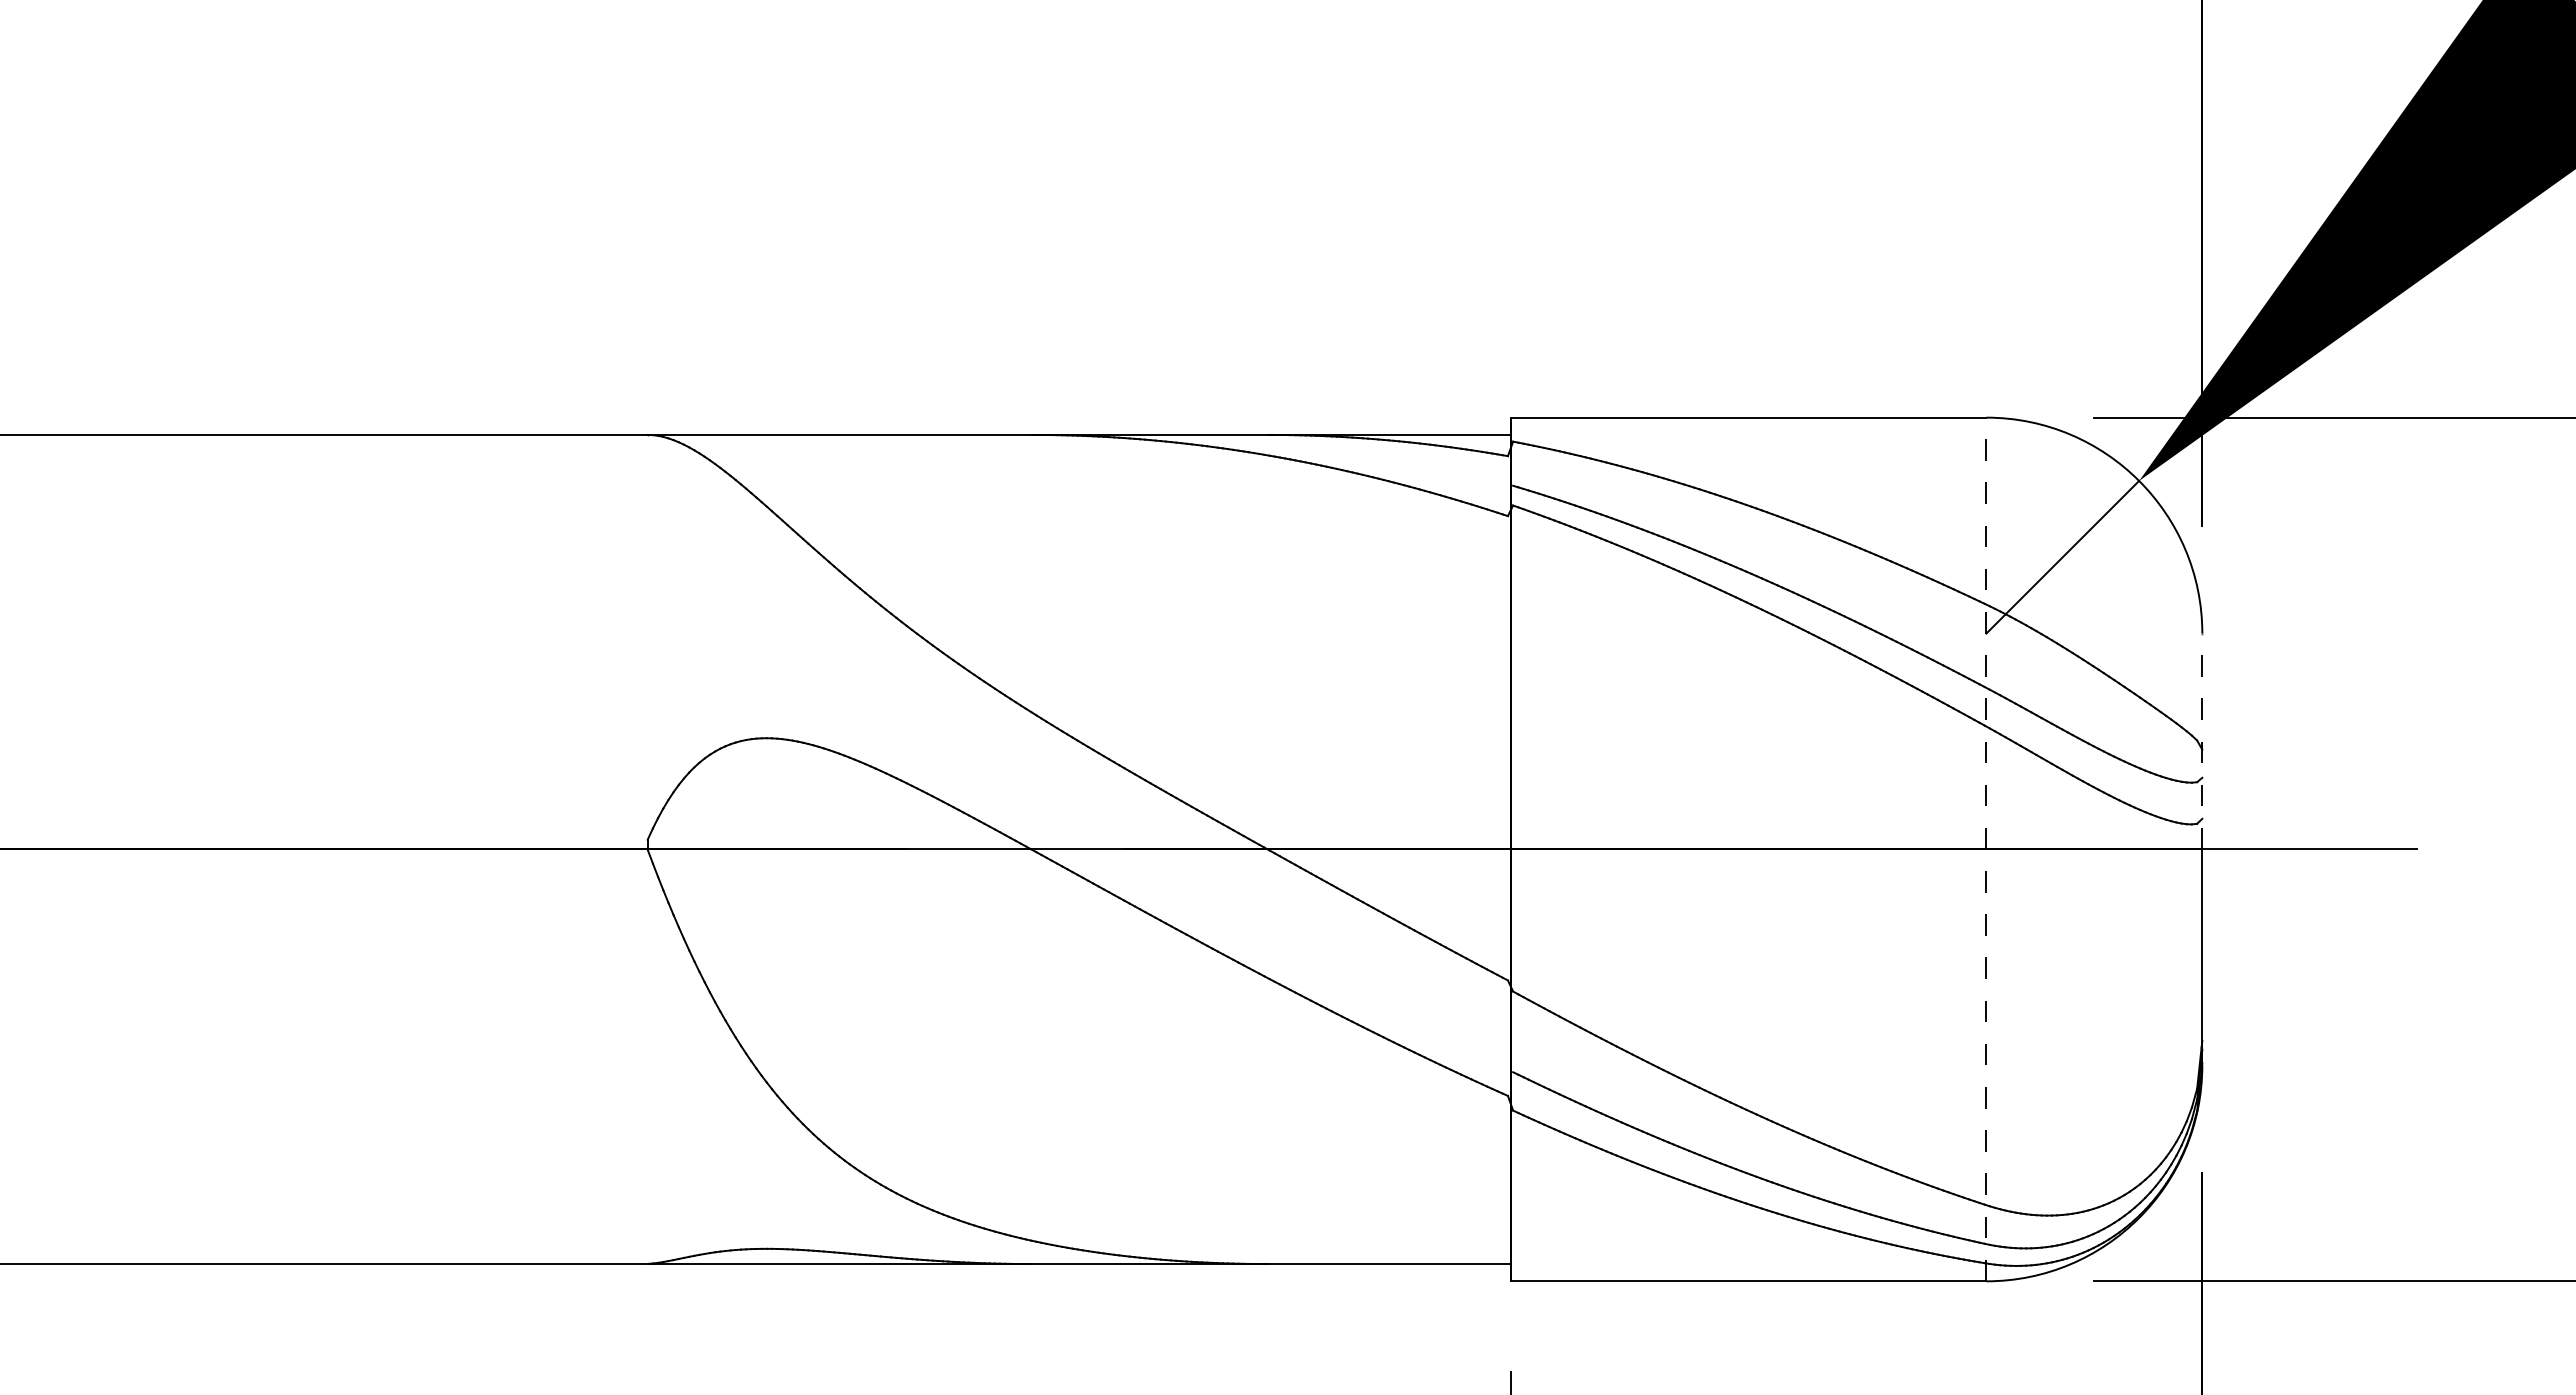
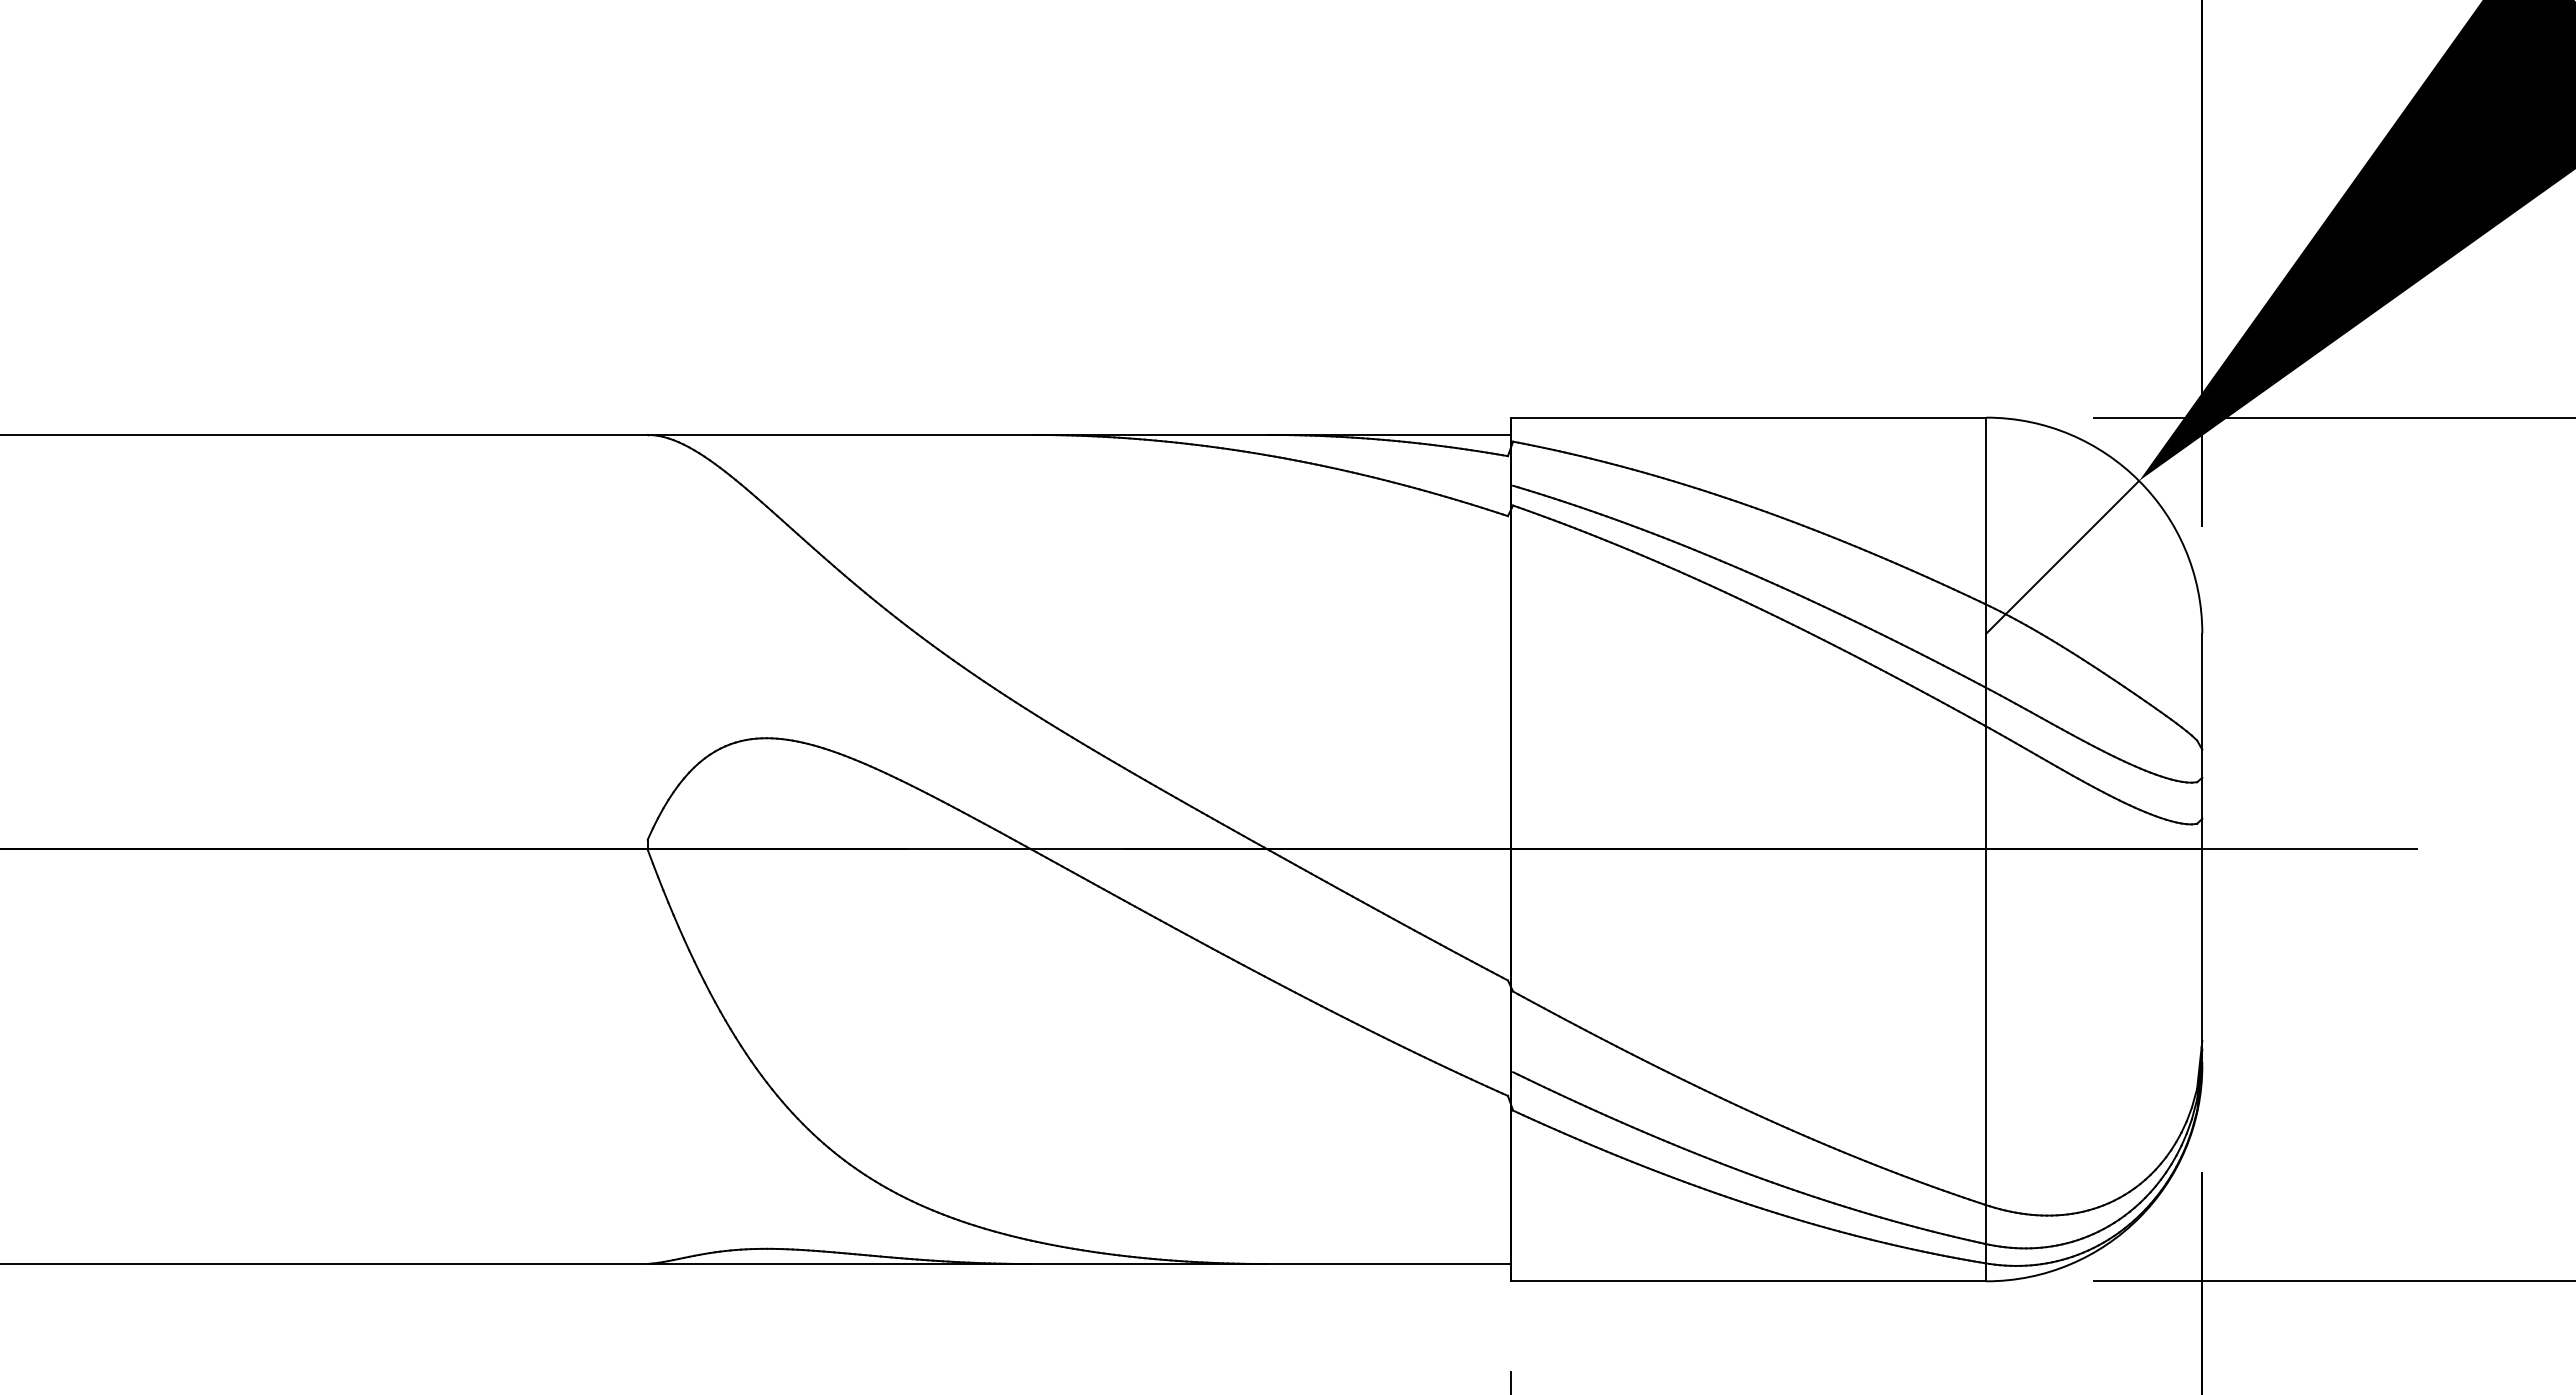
line at (2202, 741): dashed -> solid
line at (1986, 849): dashed -> solid
